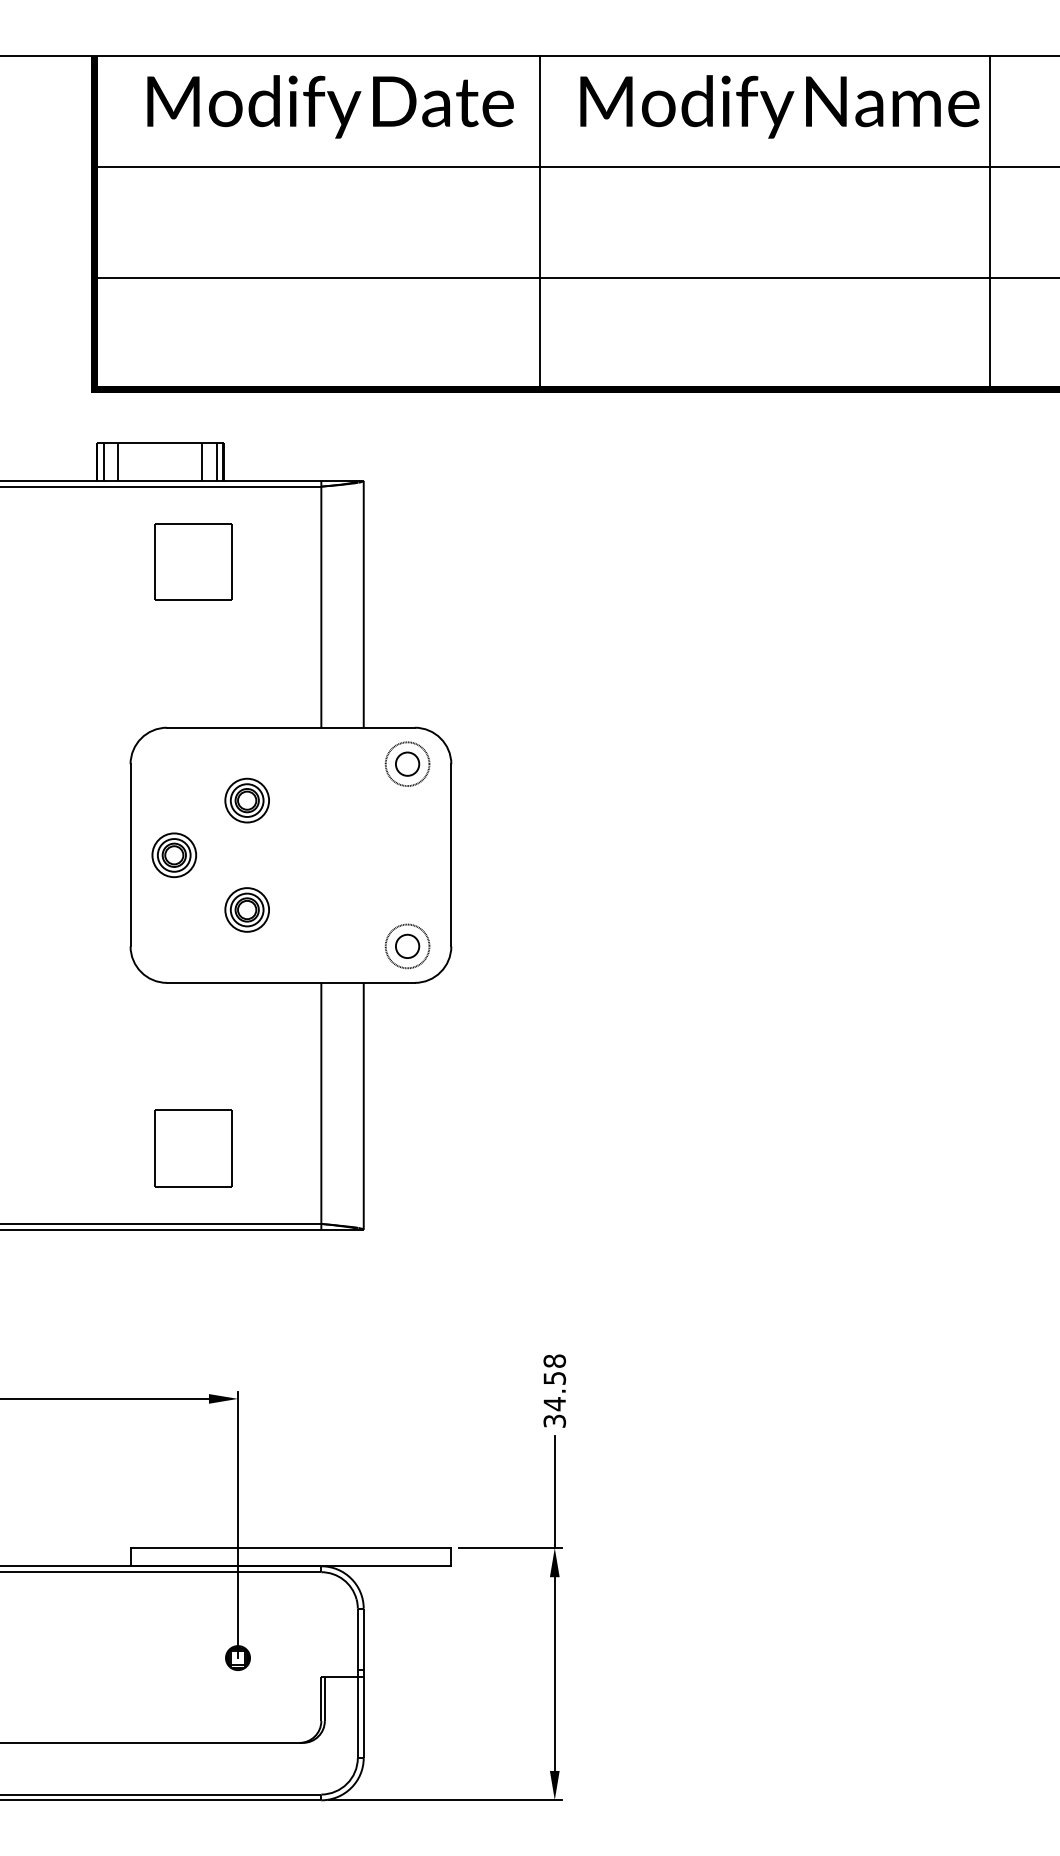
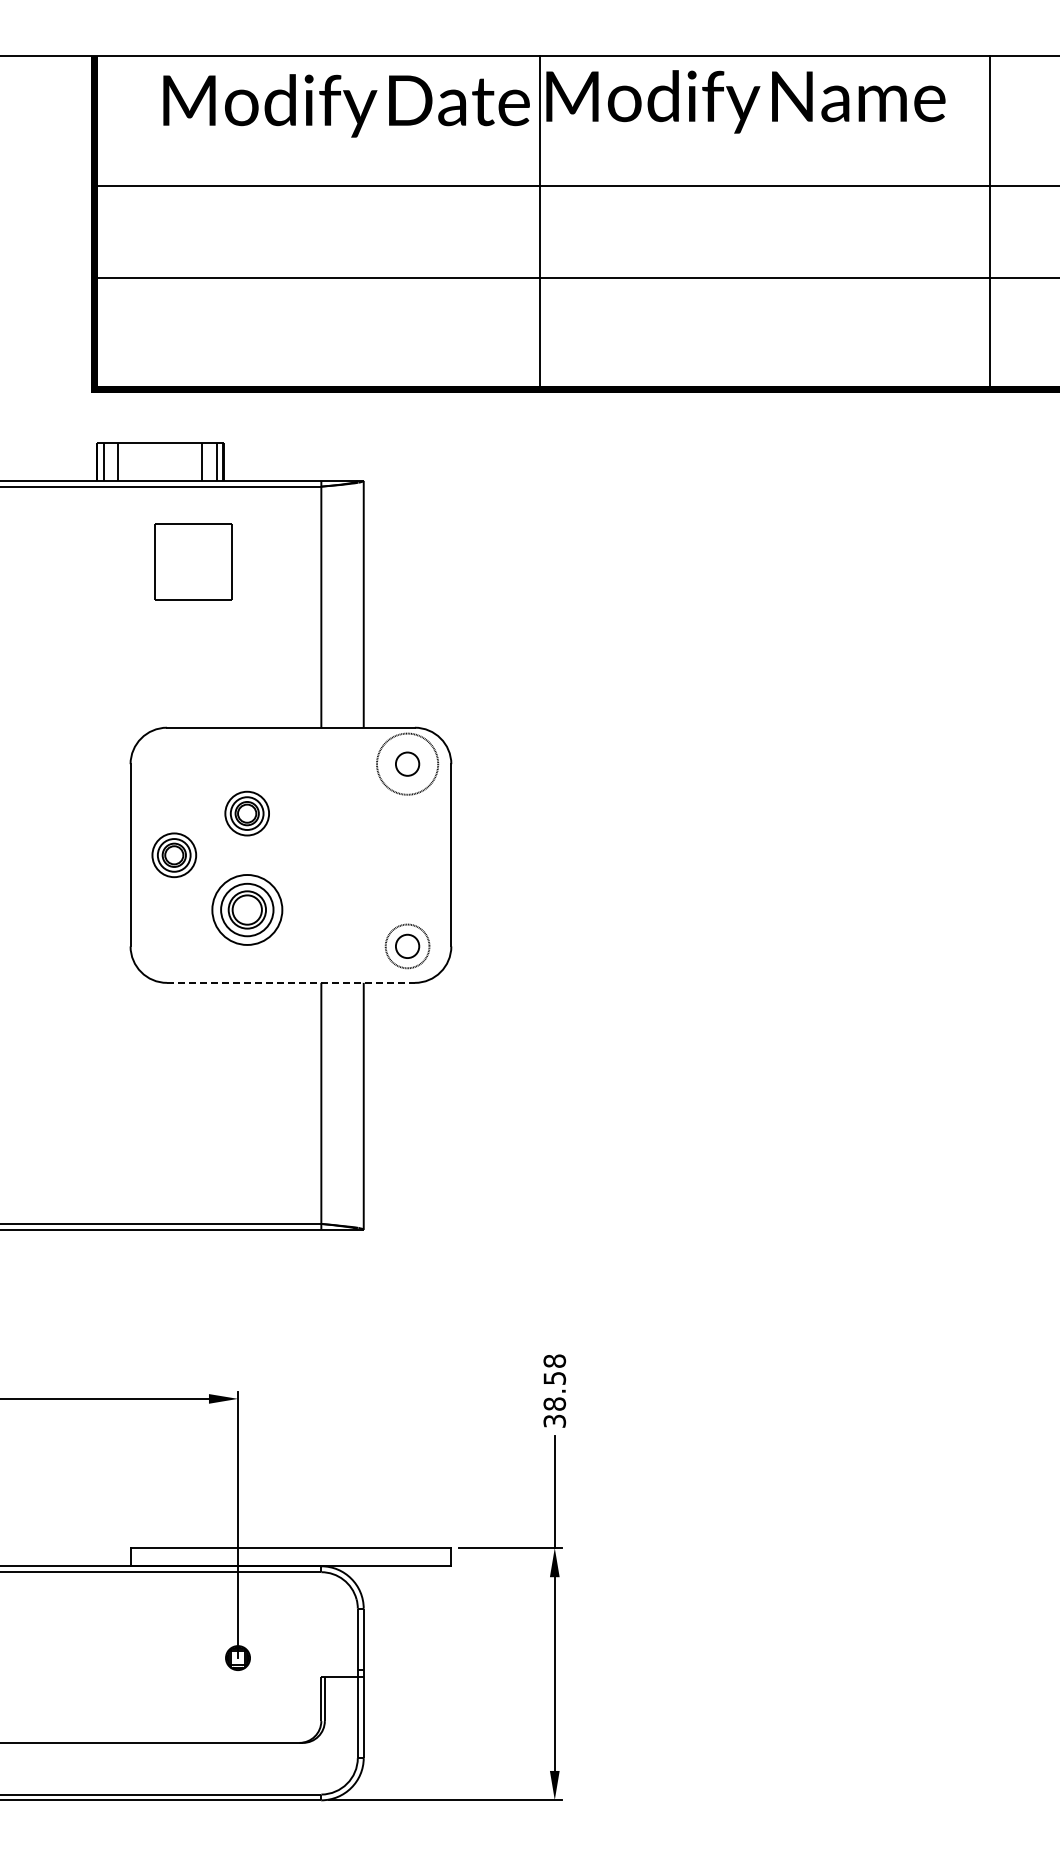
text at (330, 106) position: (330, 106) -> (346, 105)
text at (779, 106) position: (779, 106) -> (745, 101)
line at (575, 167) position: (575, 167) -> (575, 186)
circle at (407, 764) diameter: 44 px -> 61 px
part at (246, 800) position: (246, 800) -> (246, 813)
part at (246, 909) size: 46x46 px -> 73x72 px
line at (290, 982): solid -> dashed
part at (193, 1148): present -> none
text at (554, 1404): 34.58 -> 38.58
